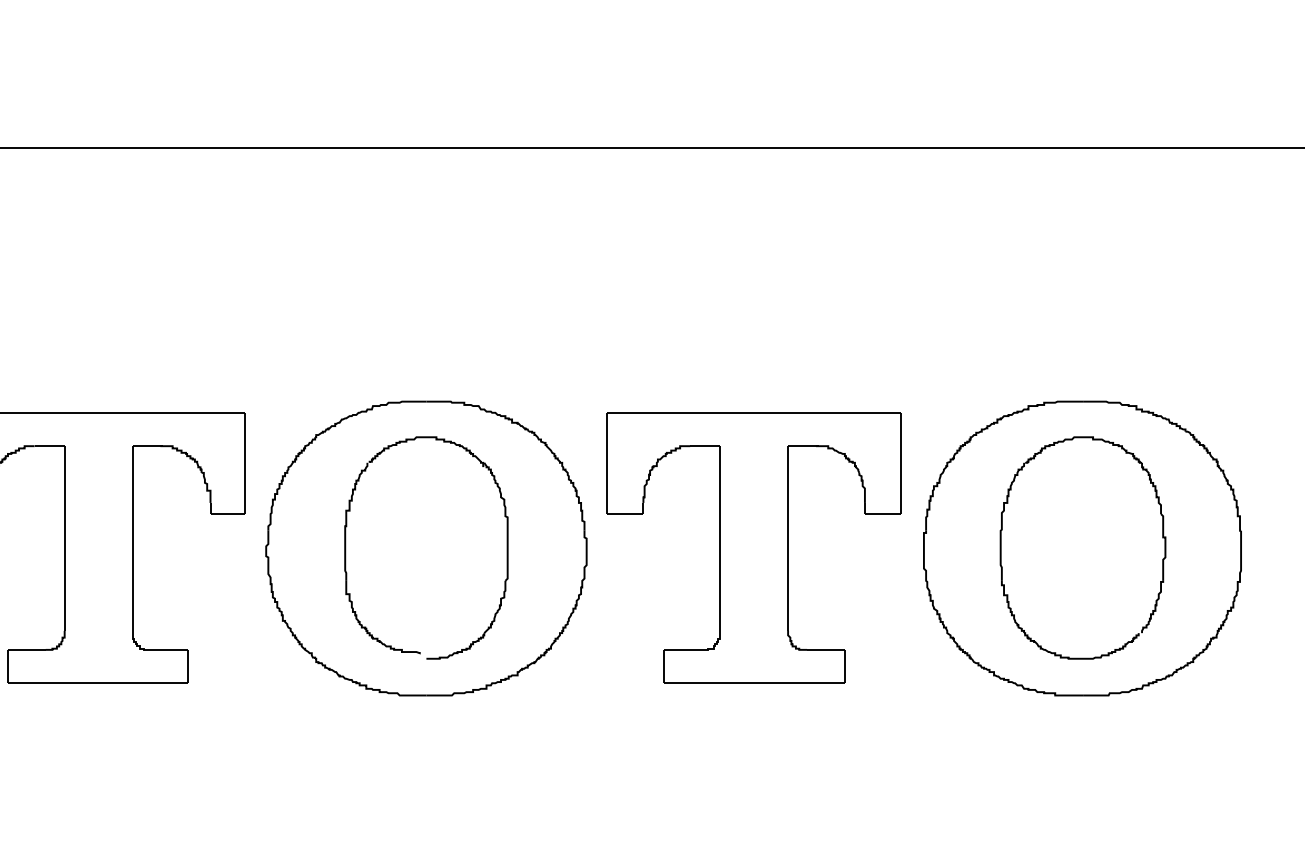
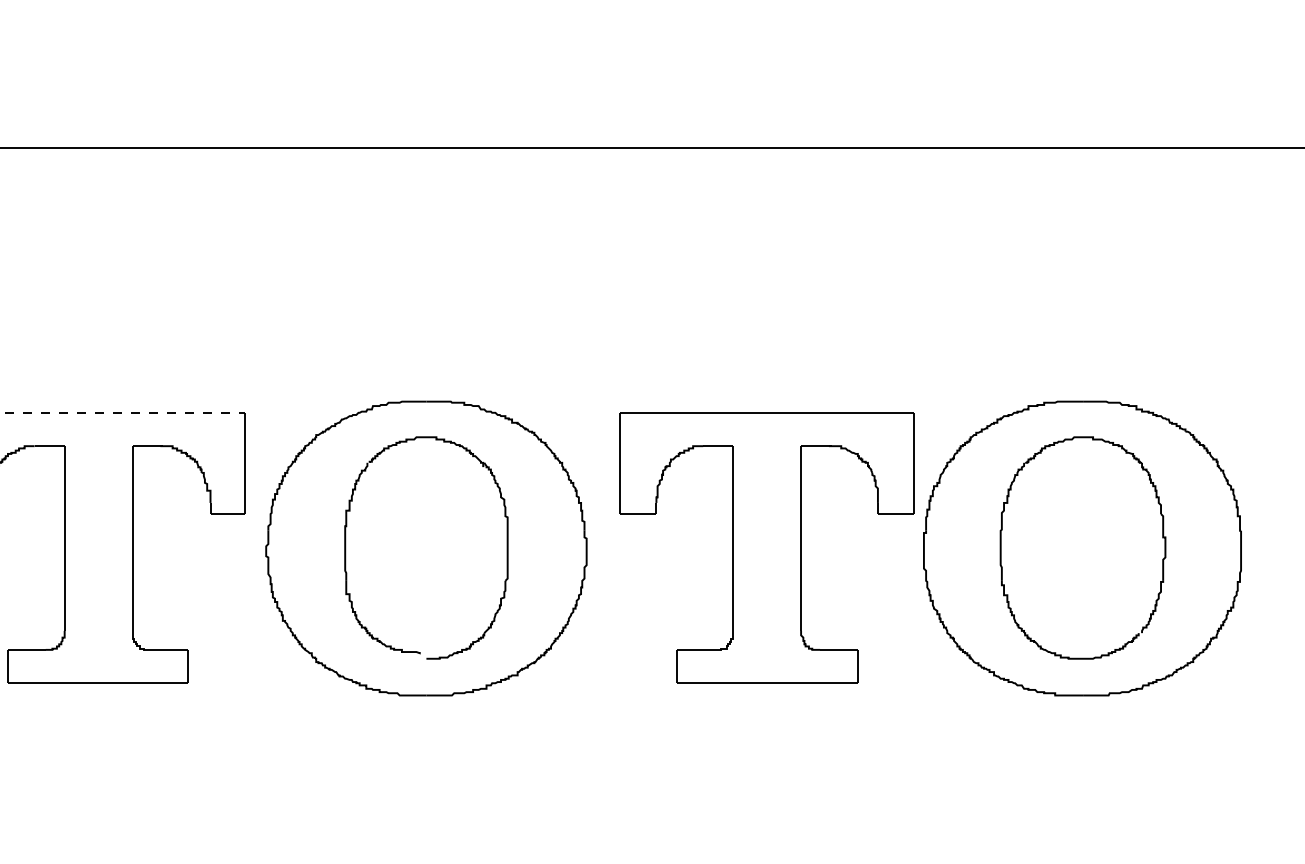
line at (123, 412): solid -> dashed
part at (753, 547) position: (753, 547) -> (766, 547)
